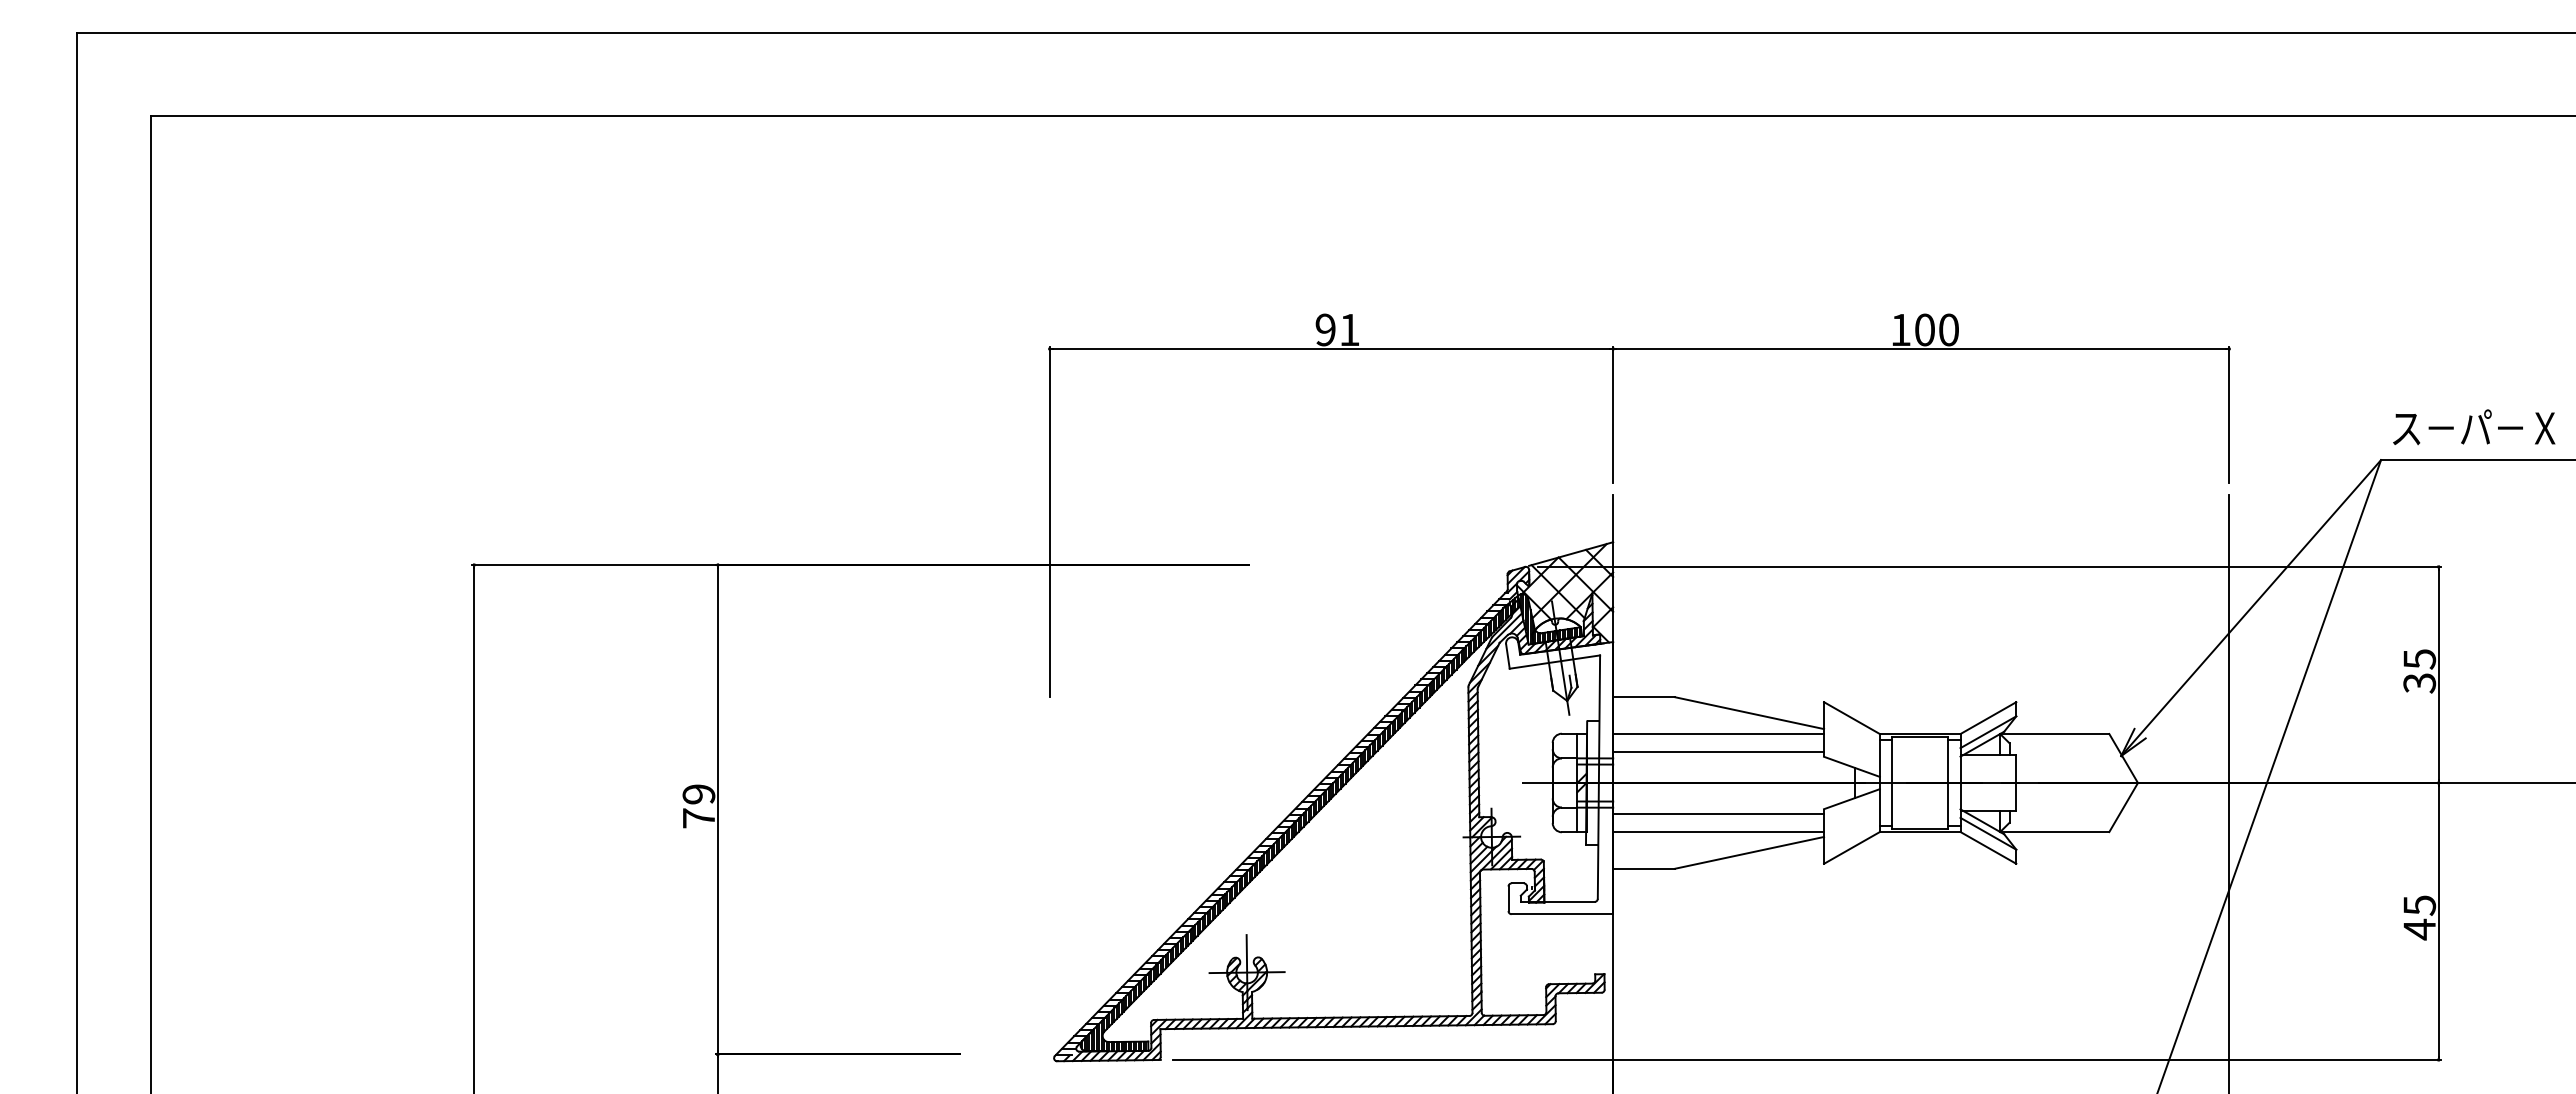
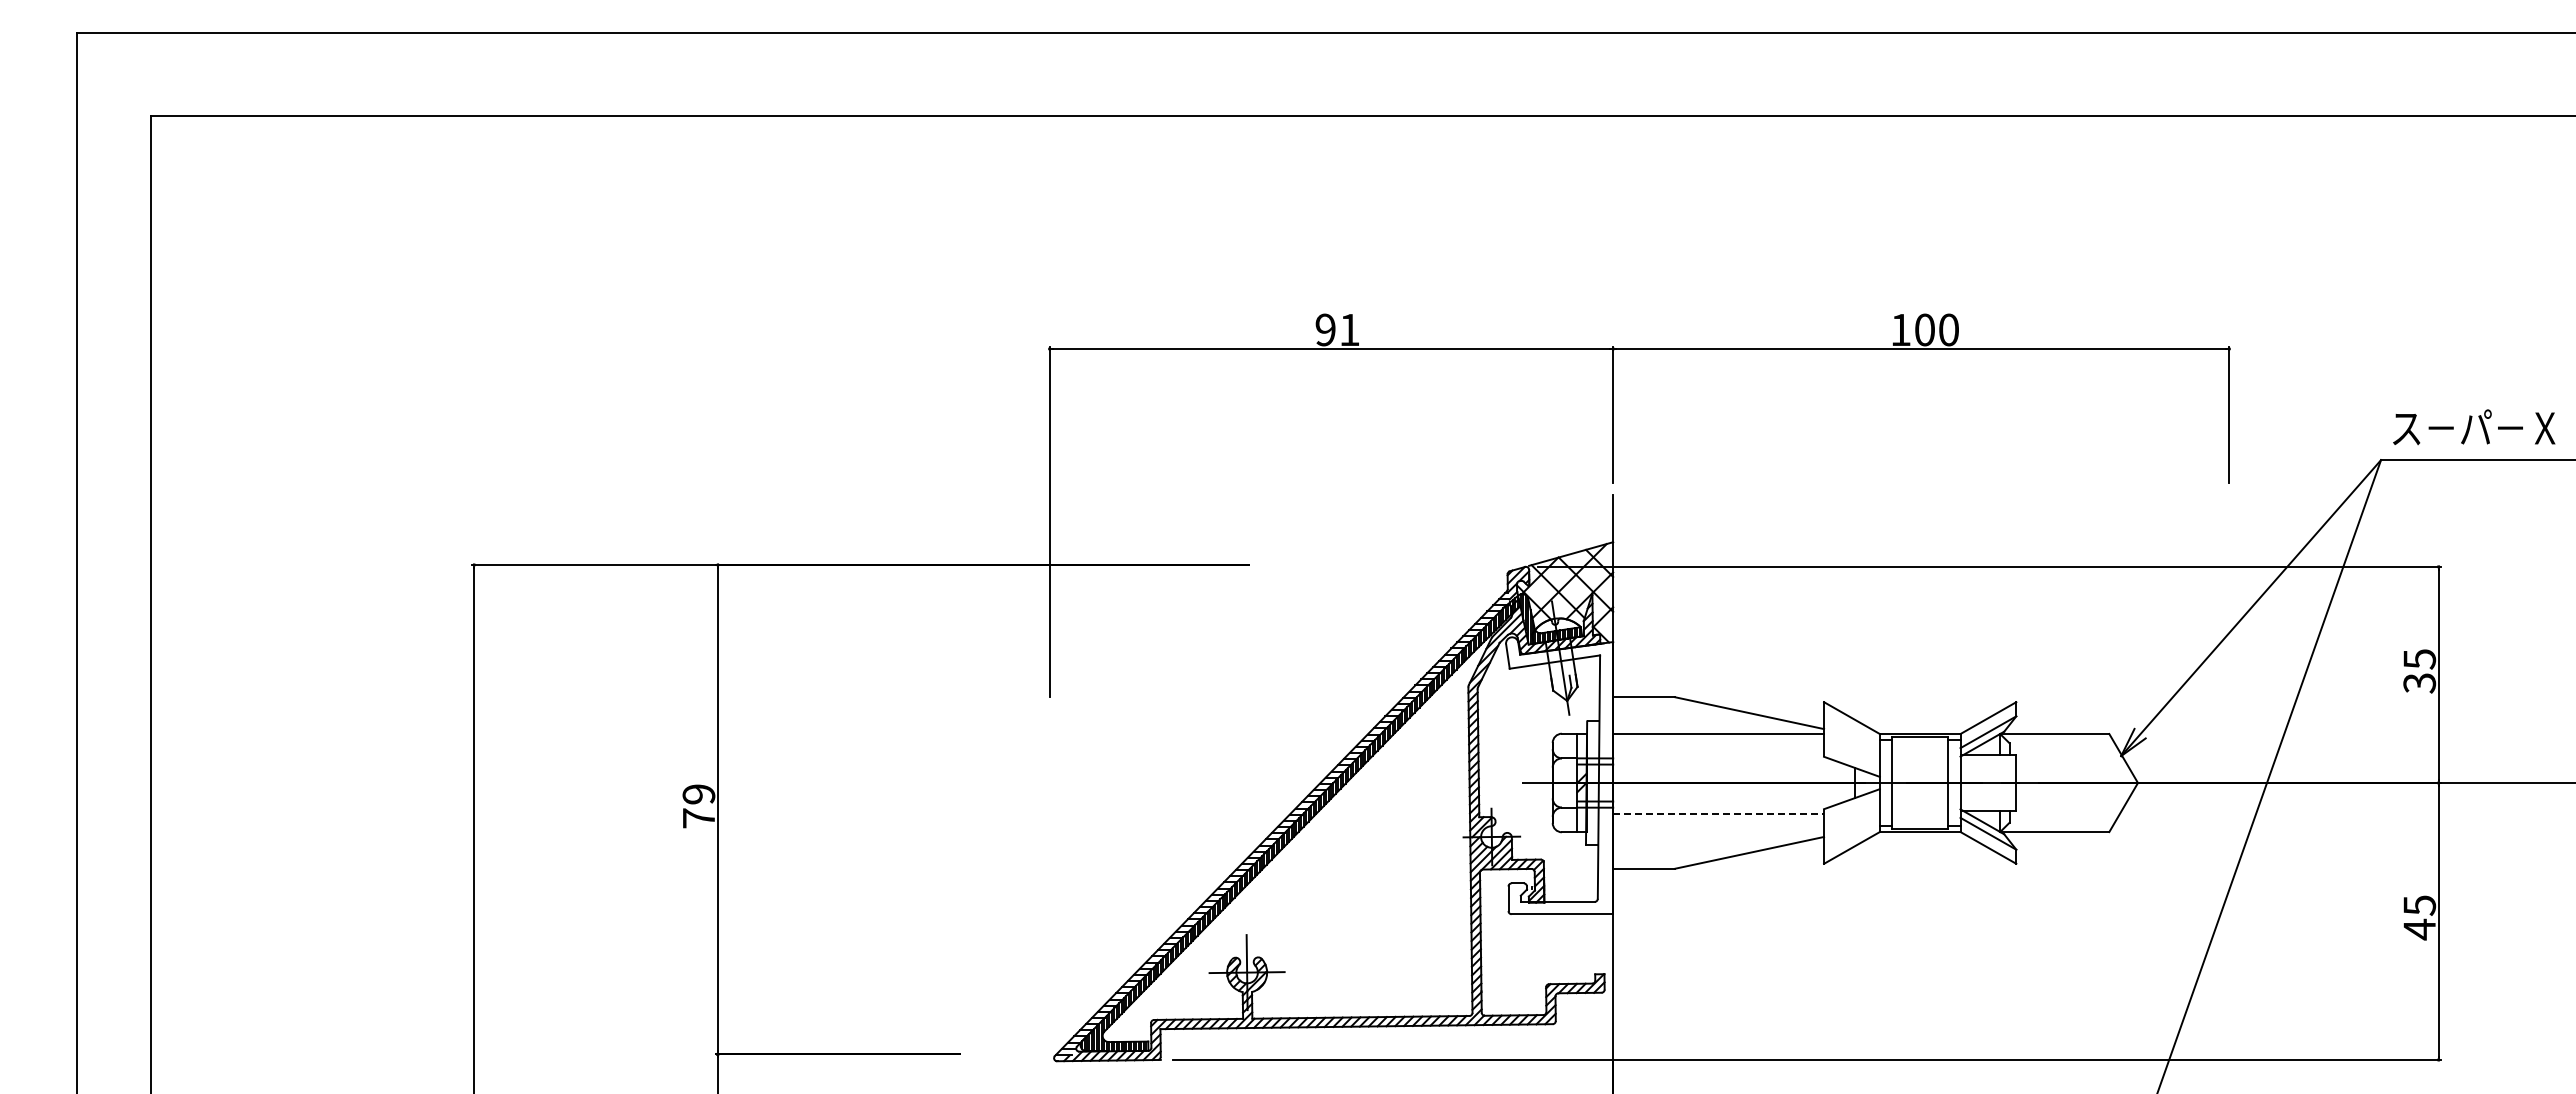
line at (1718, 752): present -> none
line at (2229, 792): present -> none
line at (1719, 813): solid -> dashed
line at (1718, 832): present -> none
